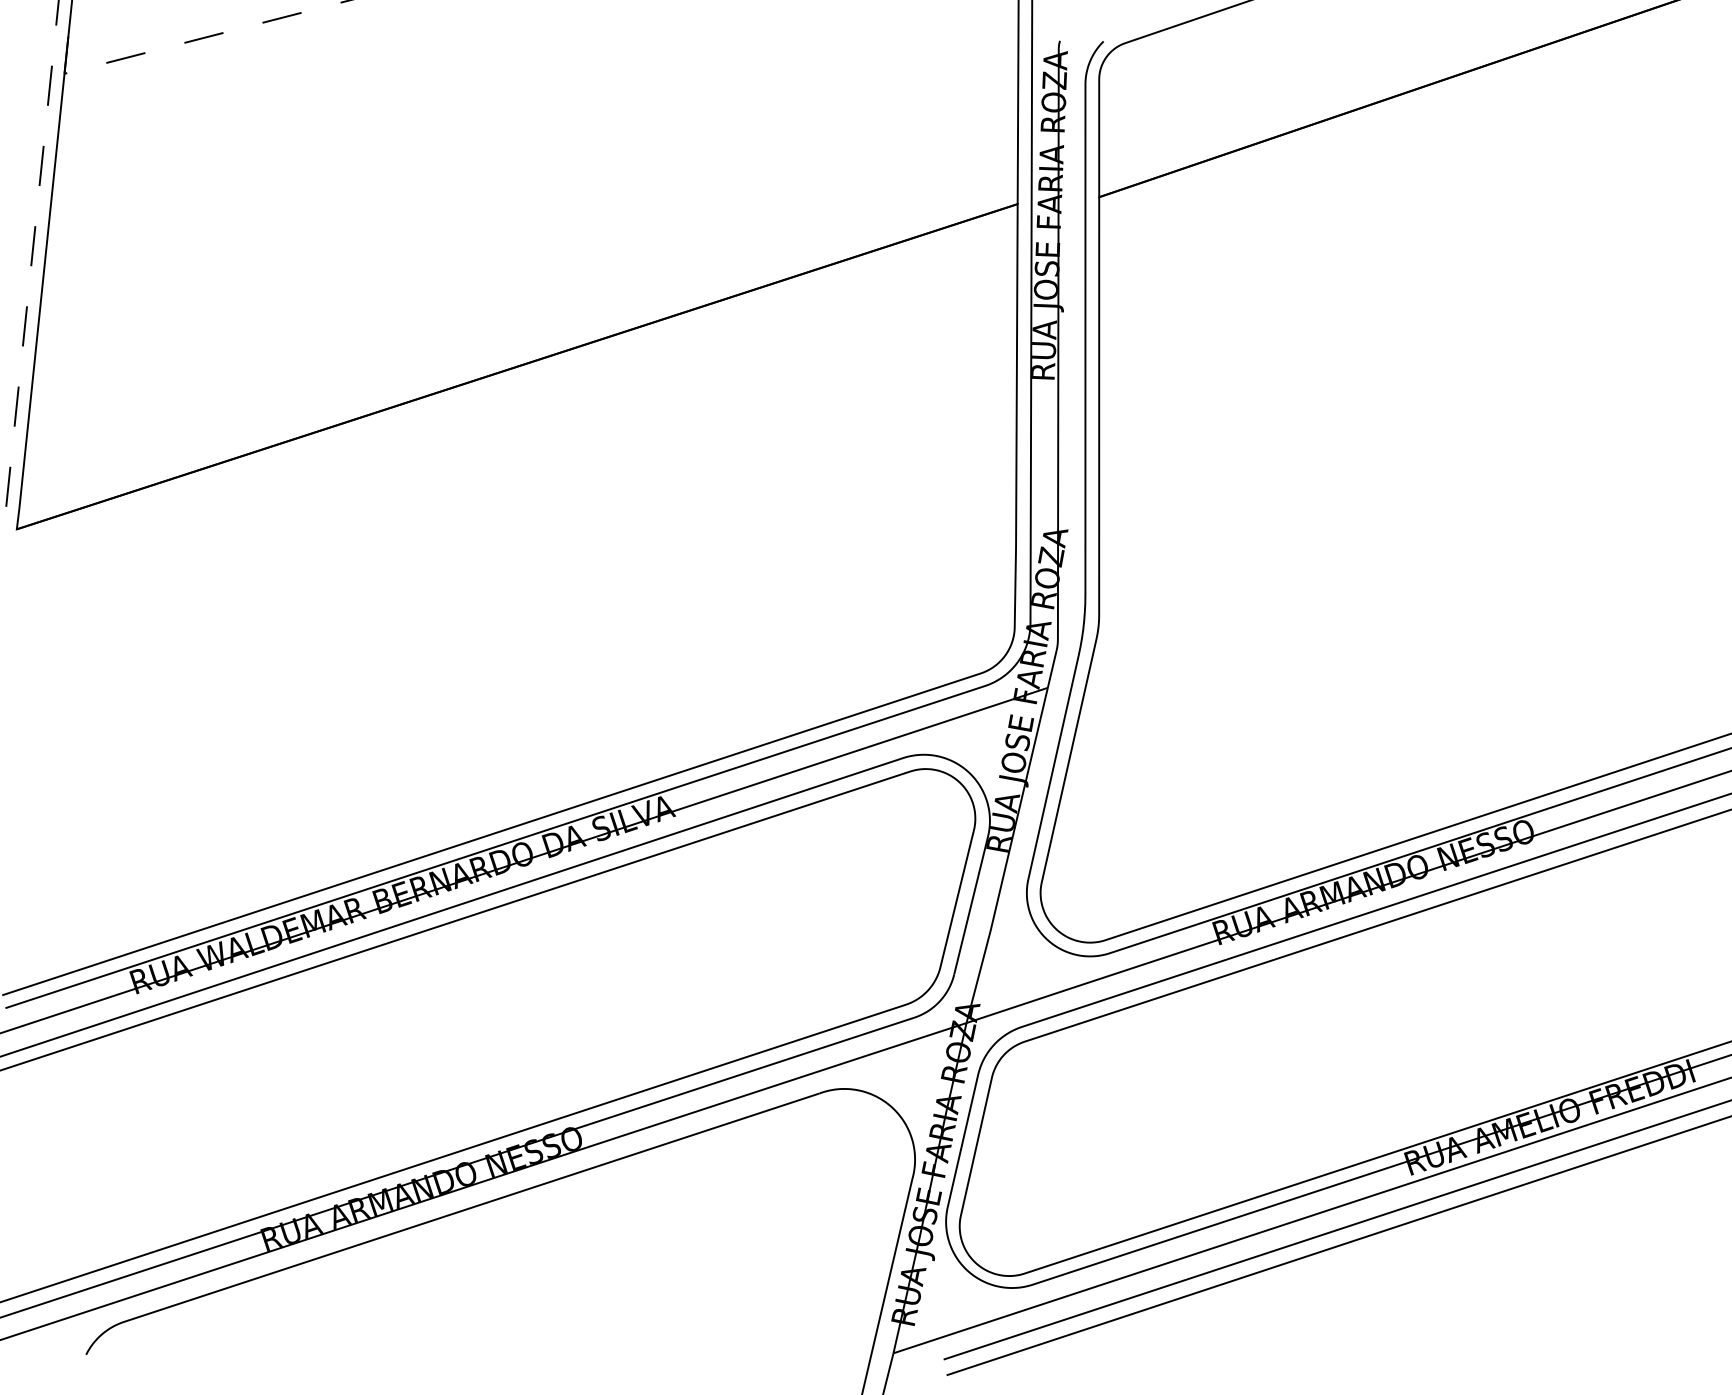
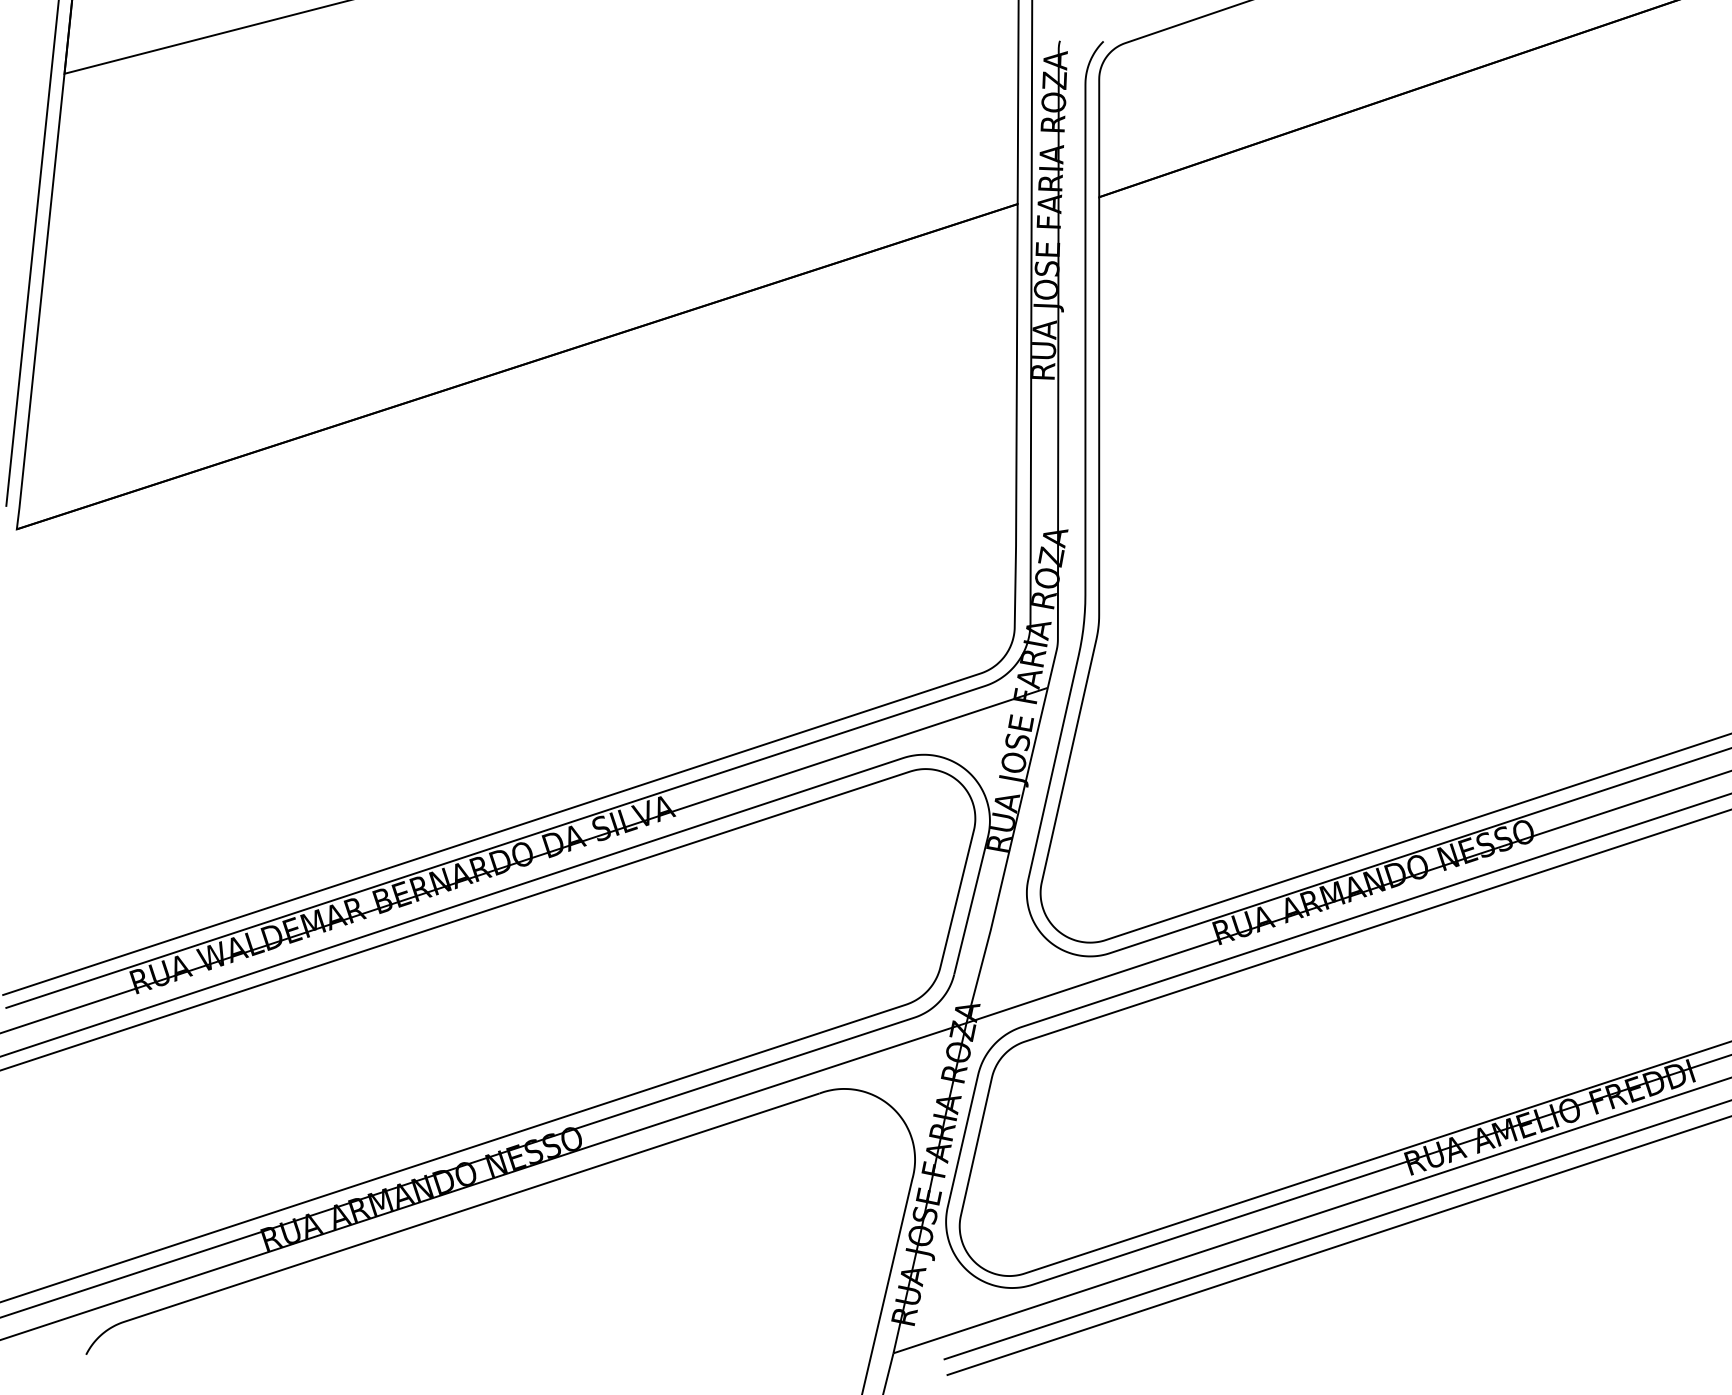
line at (170, 46): dashed -> solid
line at (32, 253): dashed -> solid
